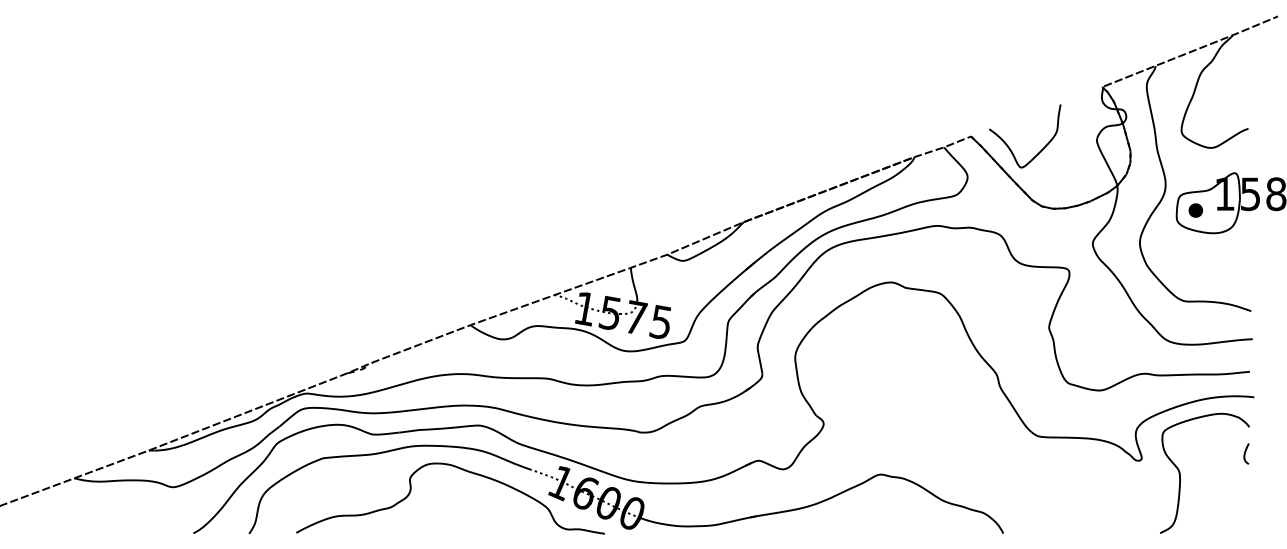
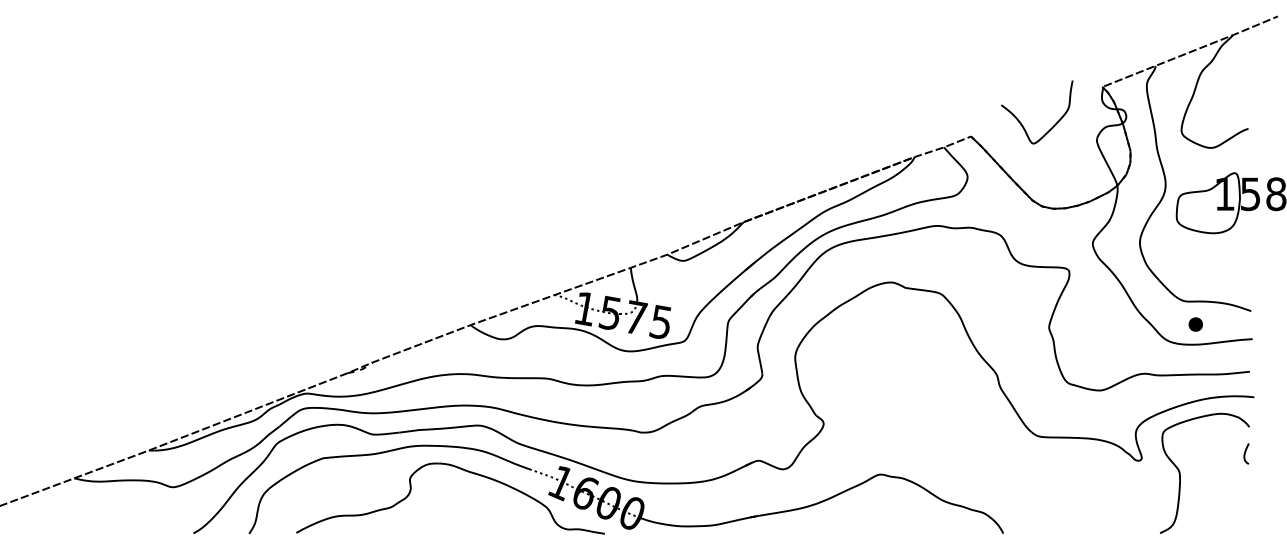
curve at (1009, 146) position: (1009, 146) -> (1021, 122)
part at (1195, 210) position: (1195, 210) -> (1195, 324)
